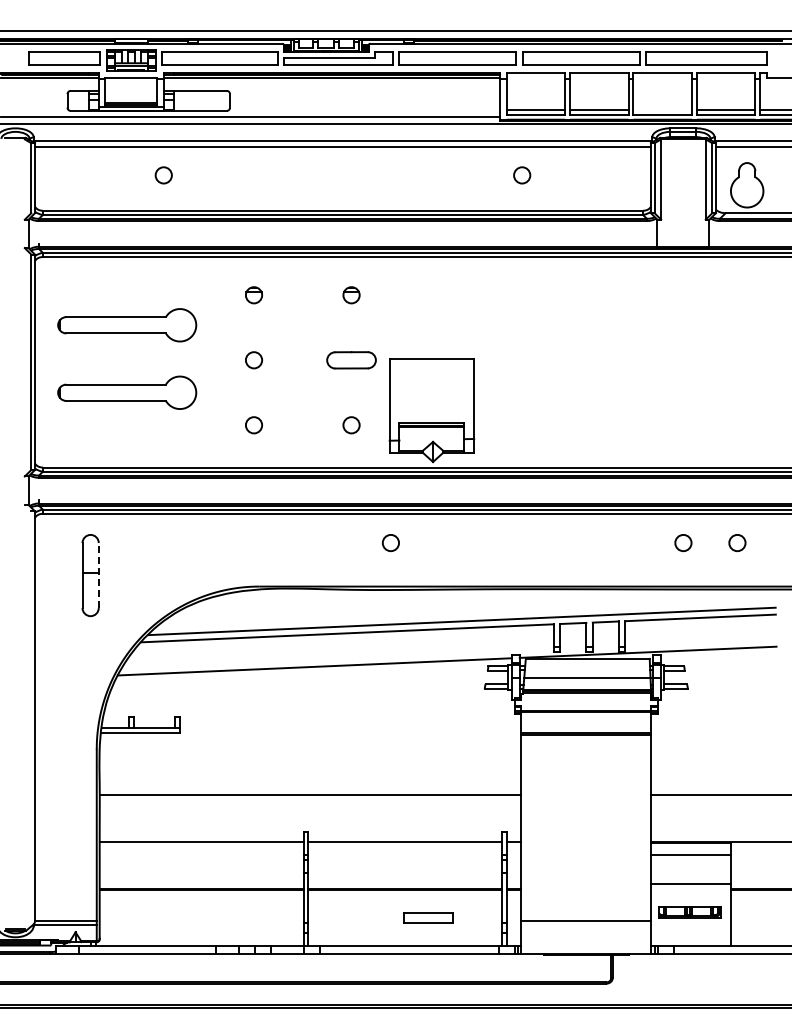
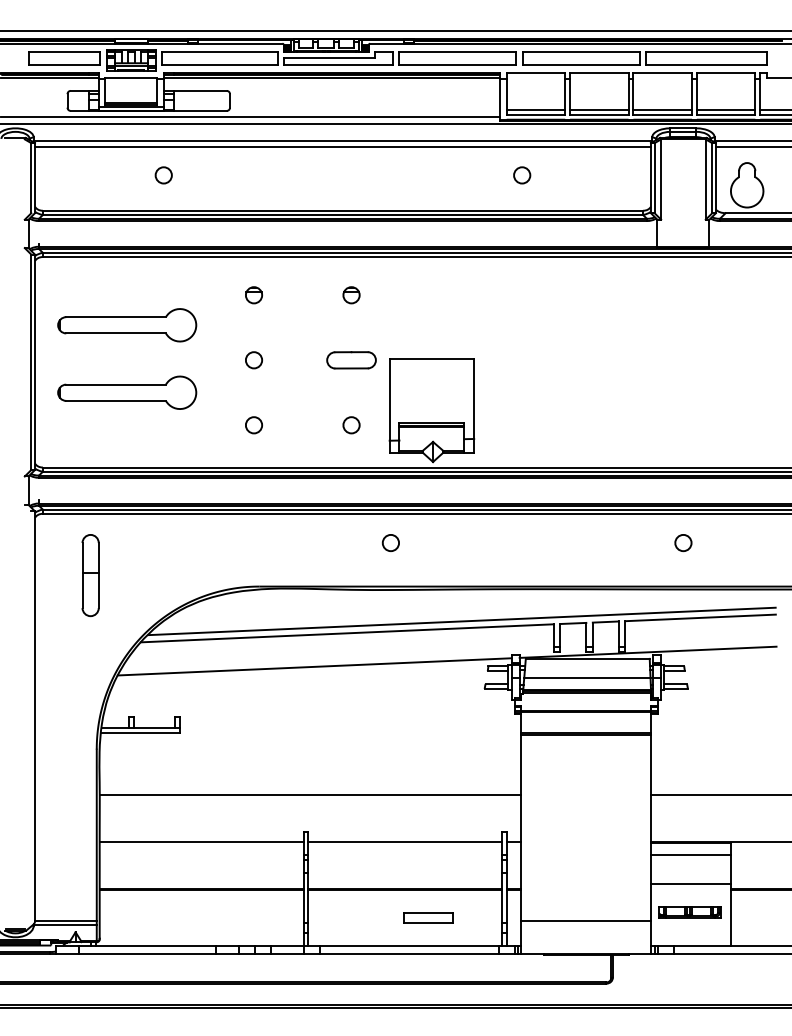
line at (662, 109): none -> present
circle at (737, 543): present -> none
line at (98, 575): dashed -> solid
